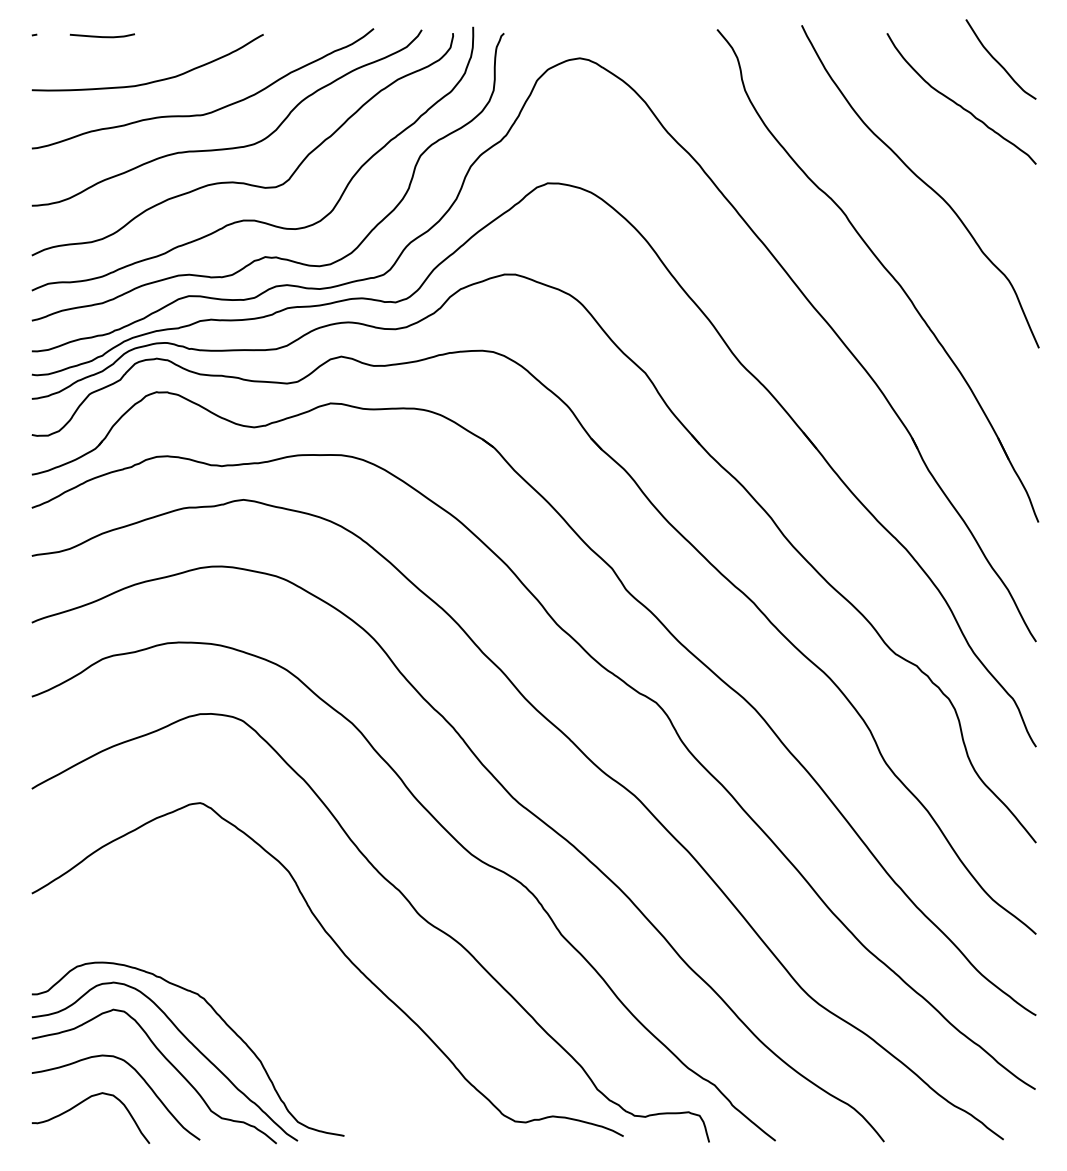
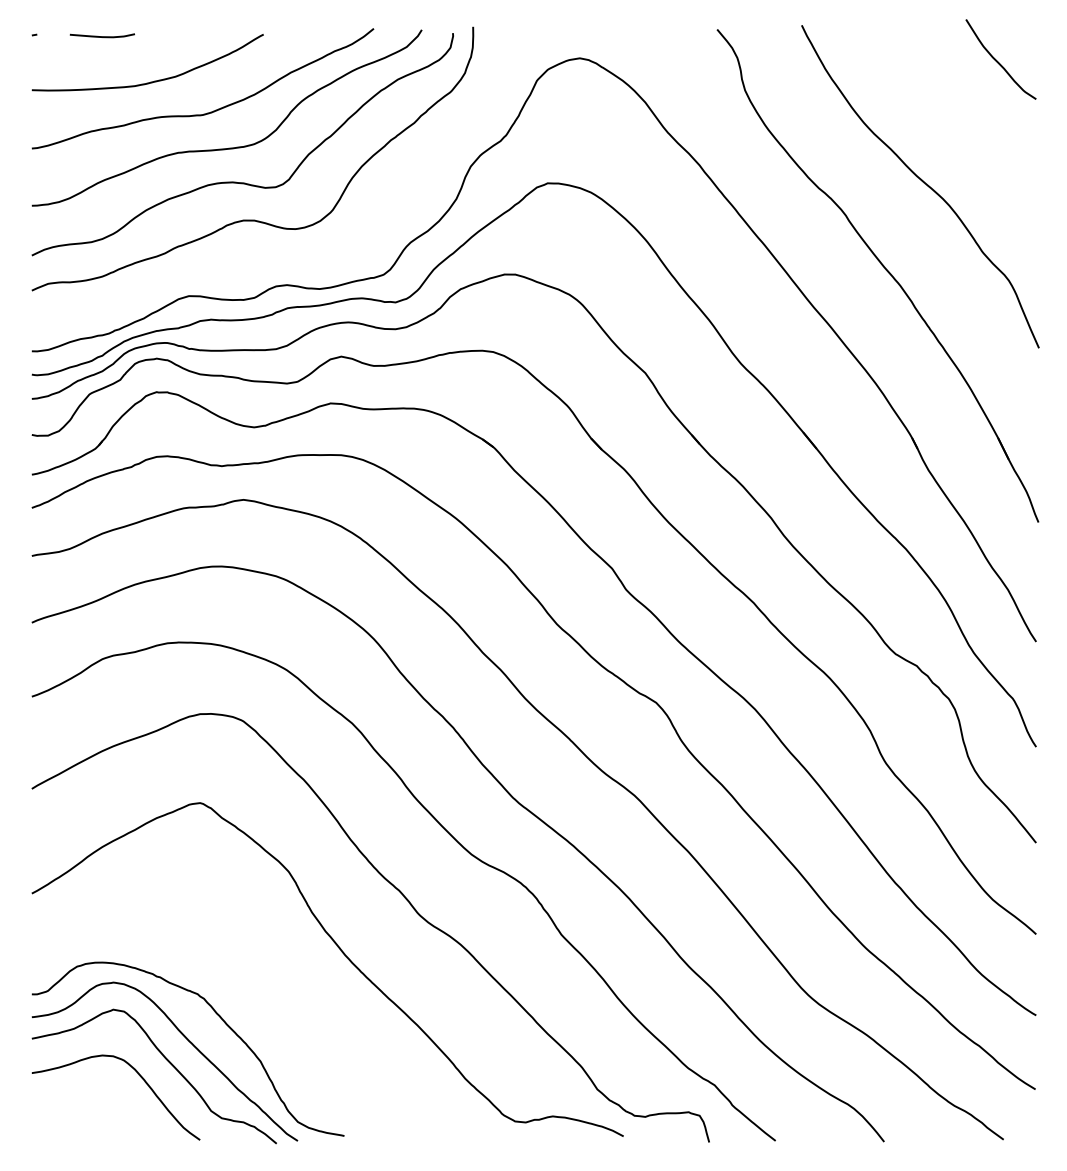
curve at (959, 104): present -> none
curve at (267, 256): present -> none
curve at (80, 1104): present -> none
